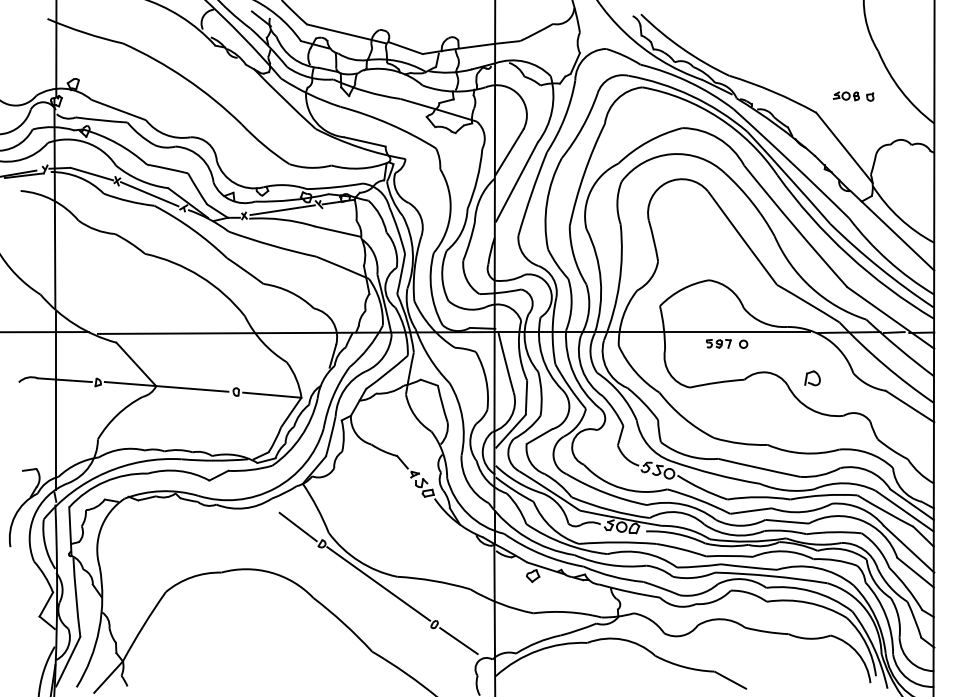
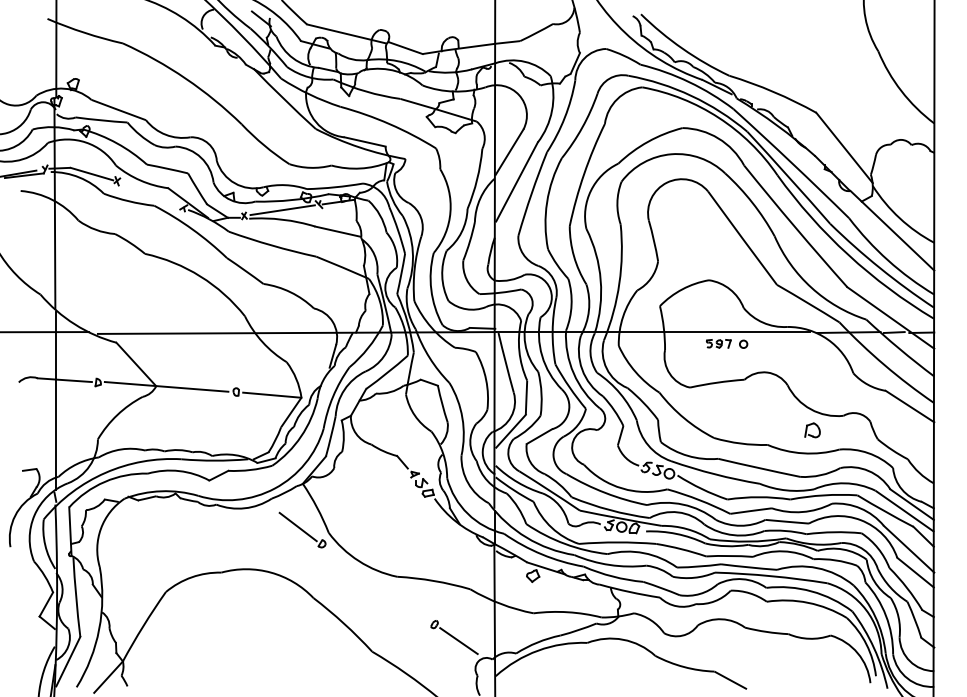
part at (853, 96): present -> none
line at (149, 194): present -> none
part at (812, 378) position: (812, 378) -> (812, 430)
line at (378, 583): present -> none
